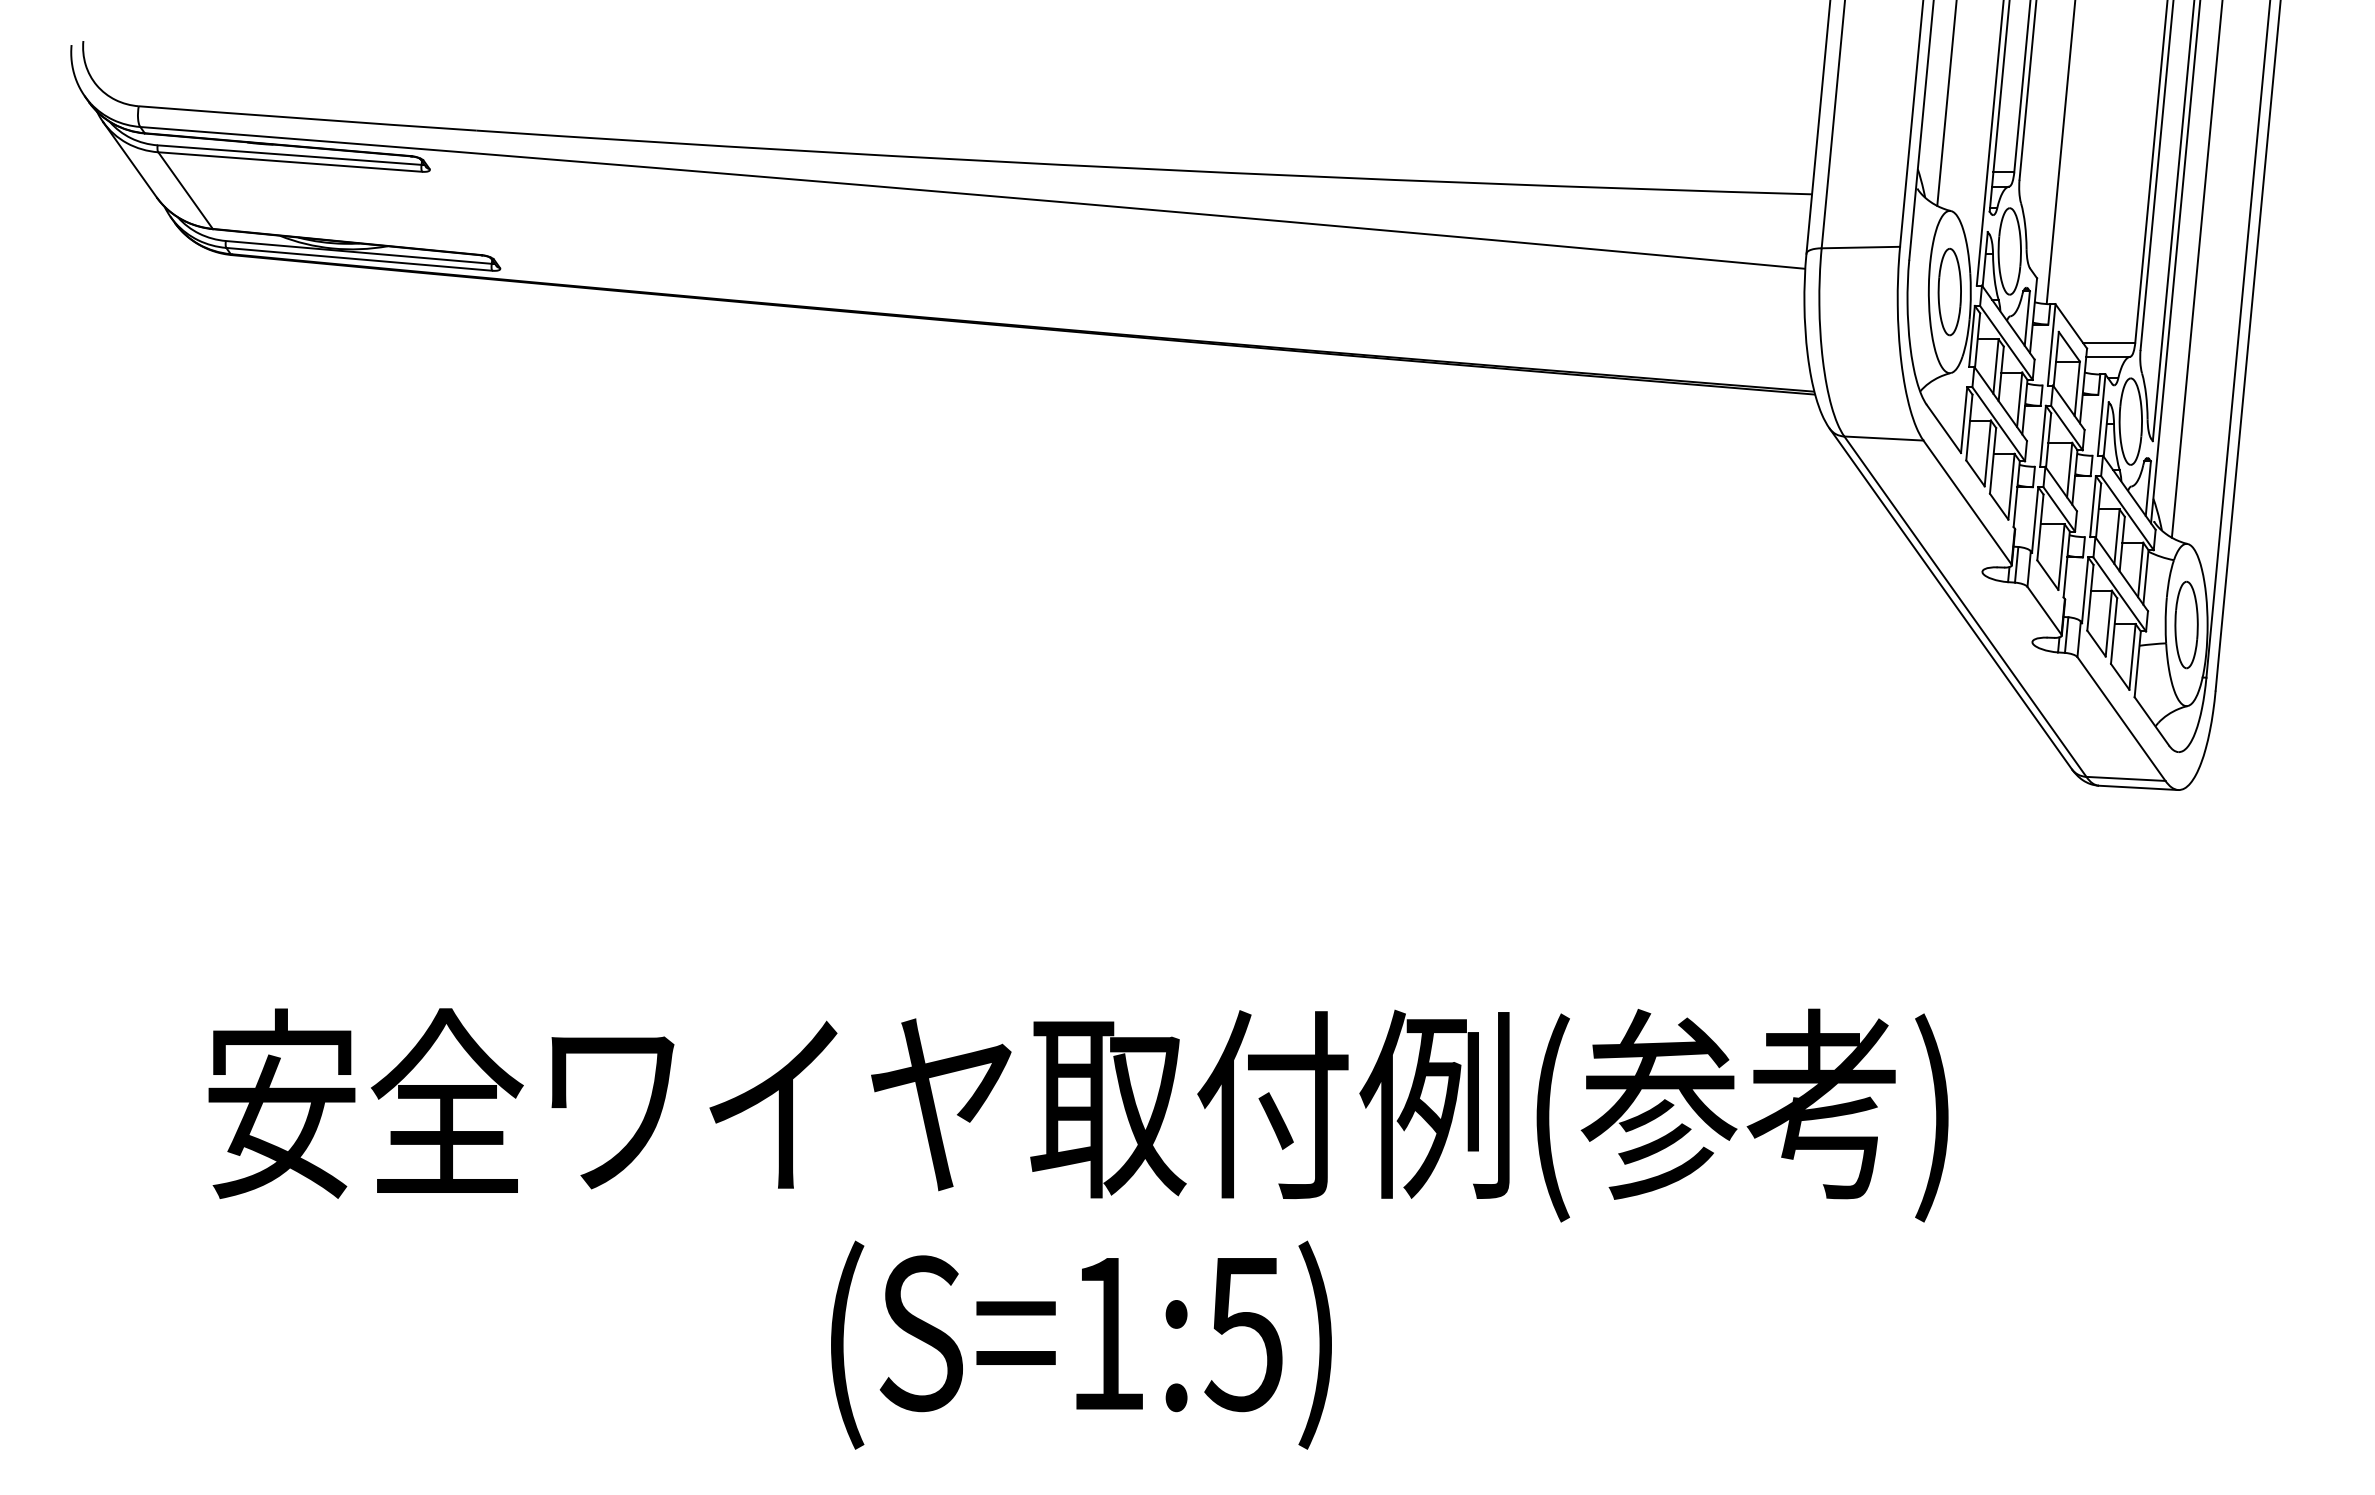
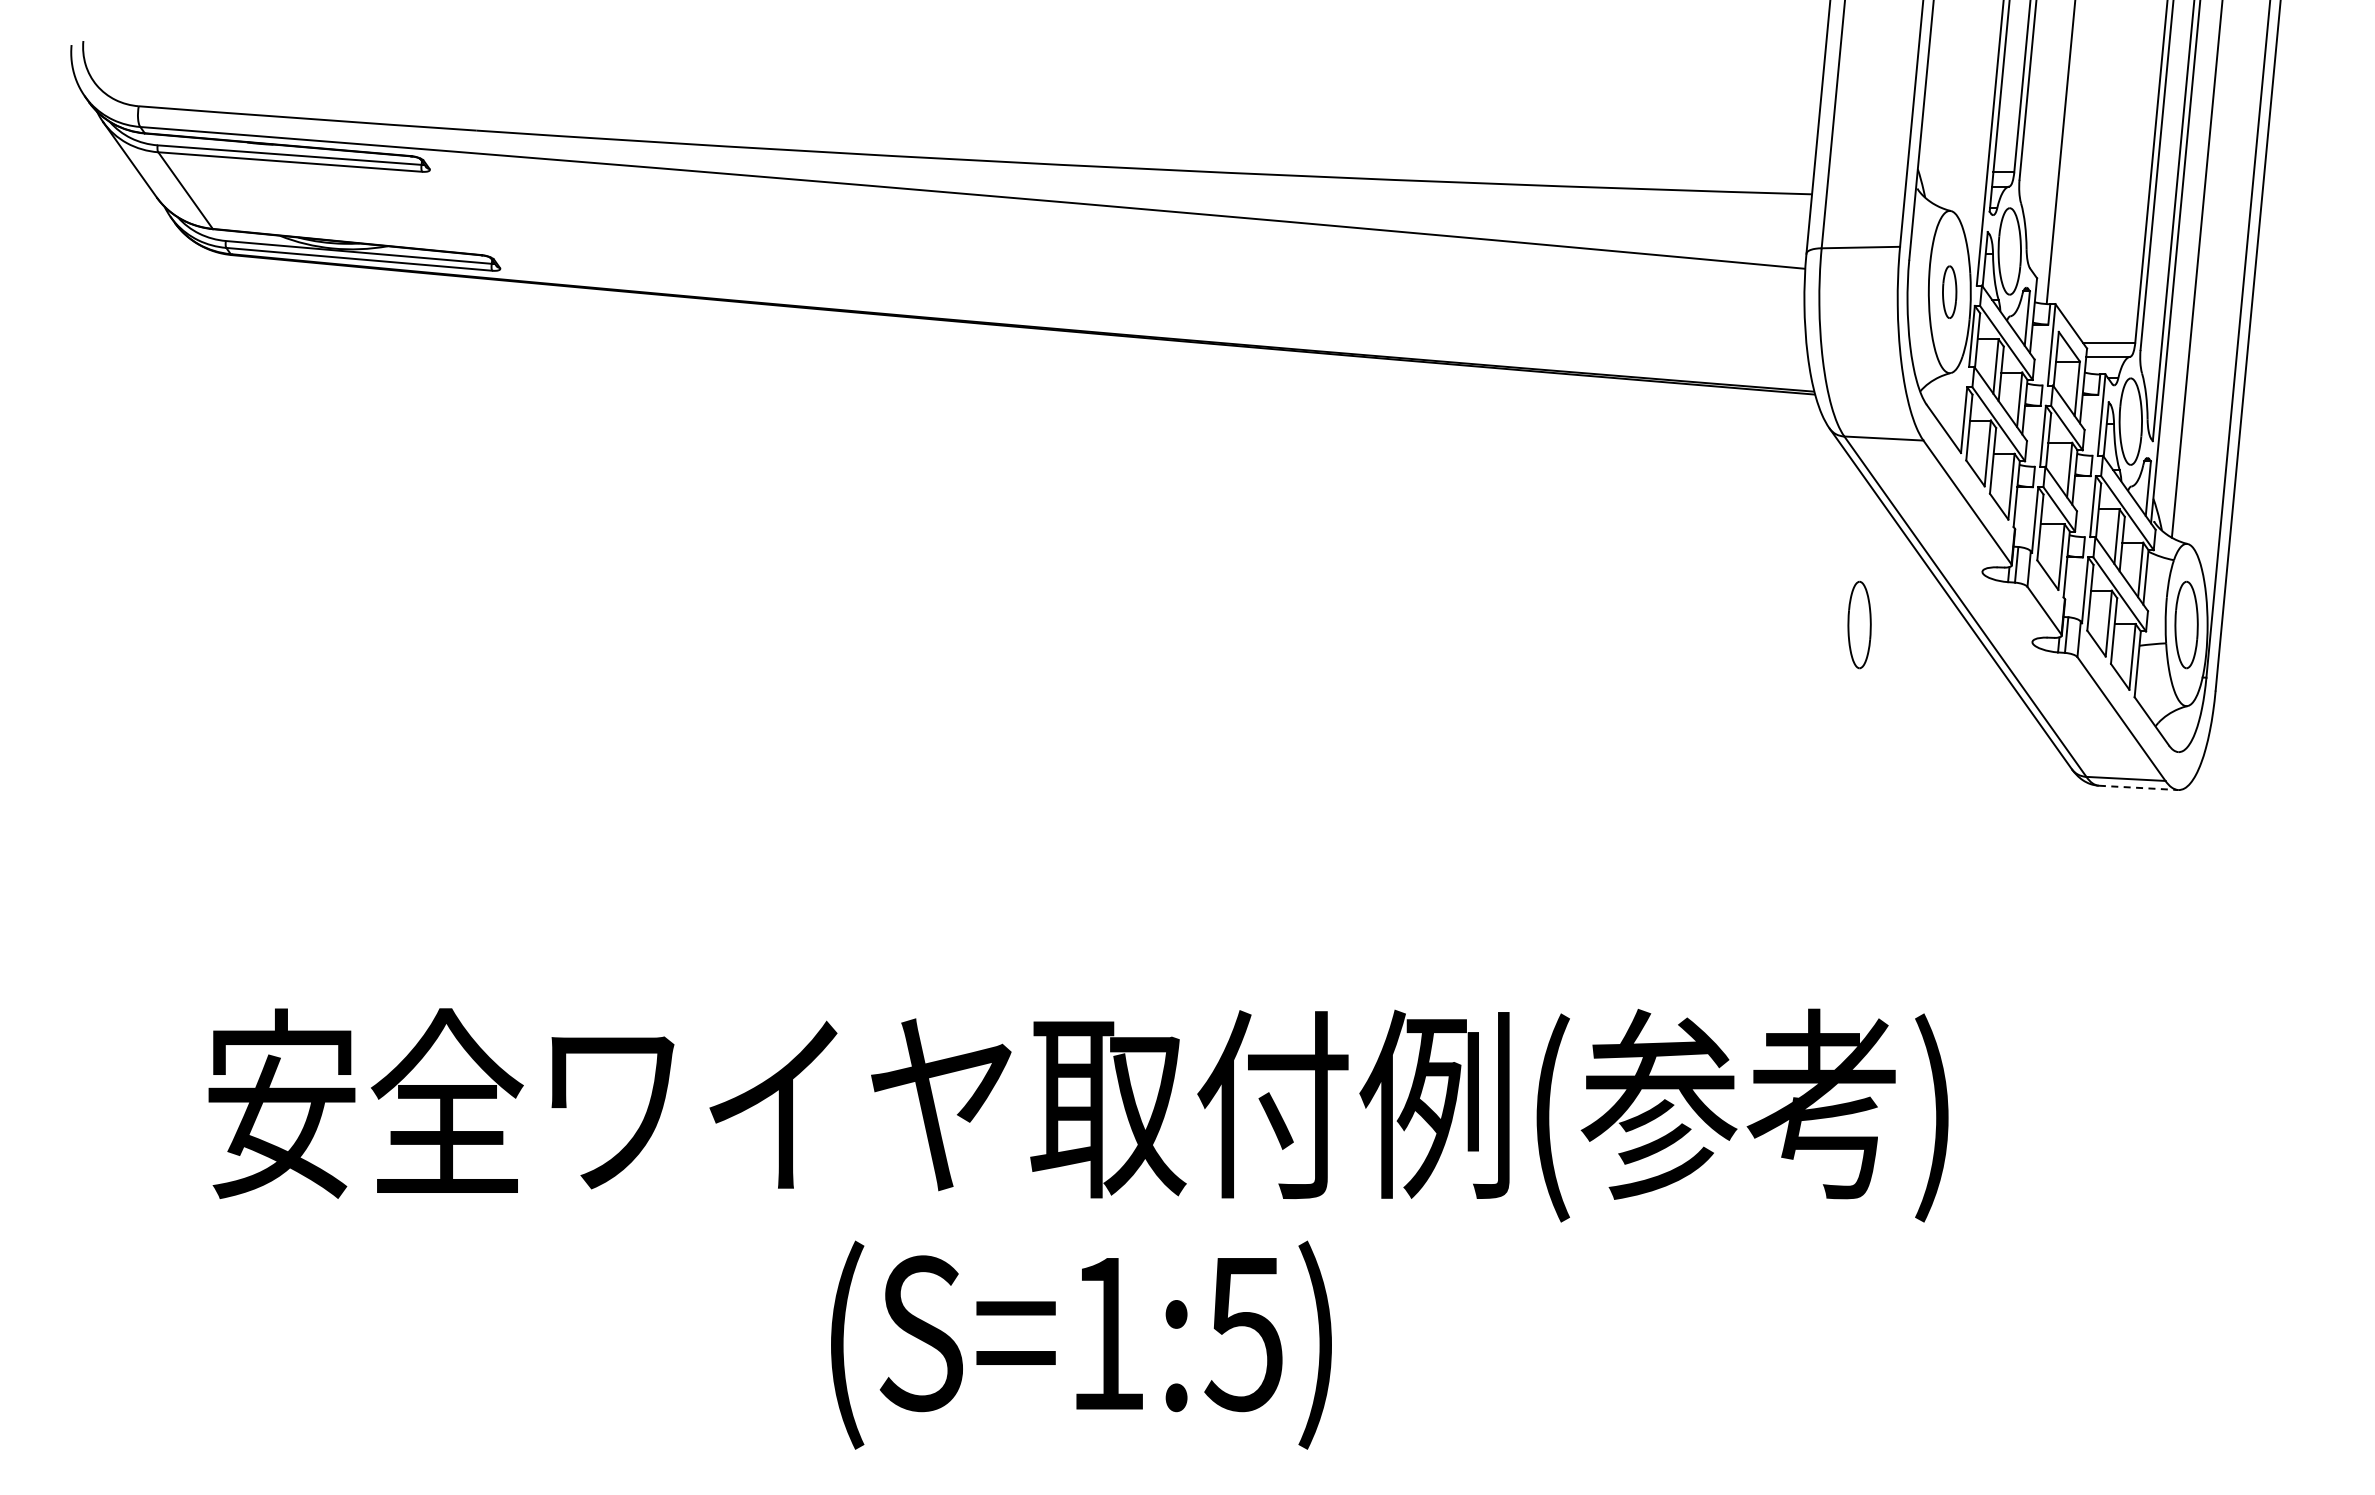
line at (1946, 103): present -> none
part at (1949, 292) size: 25x89 px -> 16x54 px
part at (1859, 624): none -> present
line at (2138, 787): solid -> dashed
